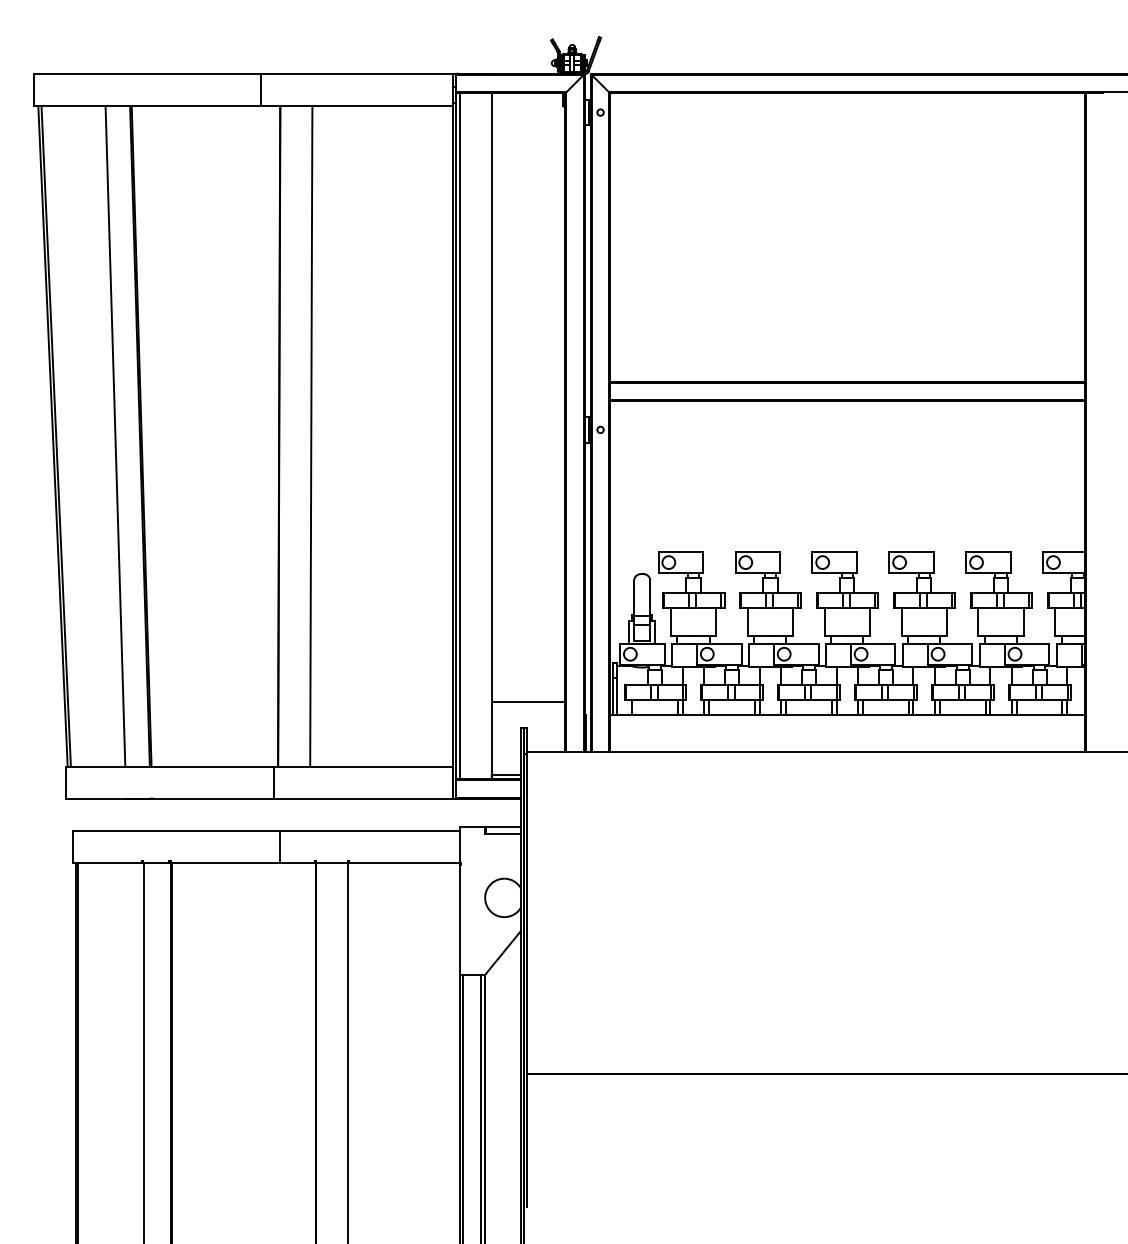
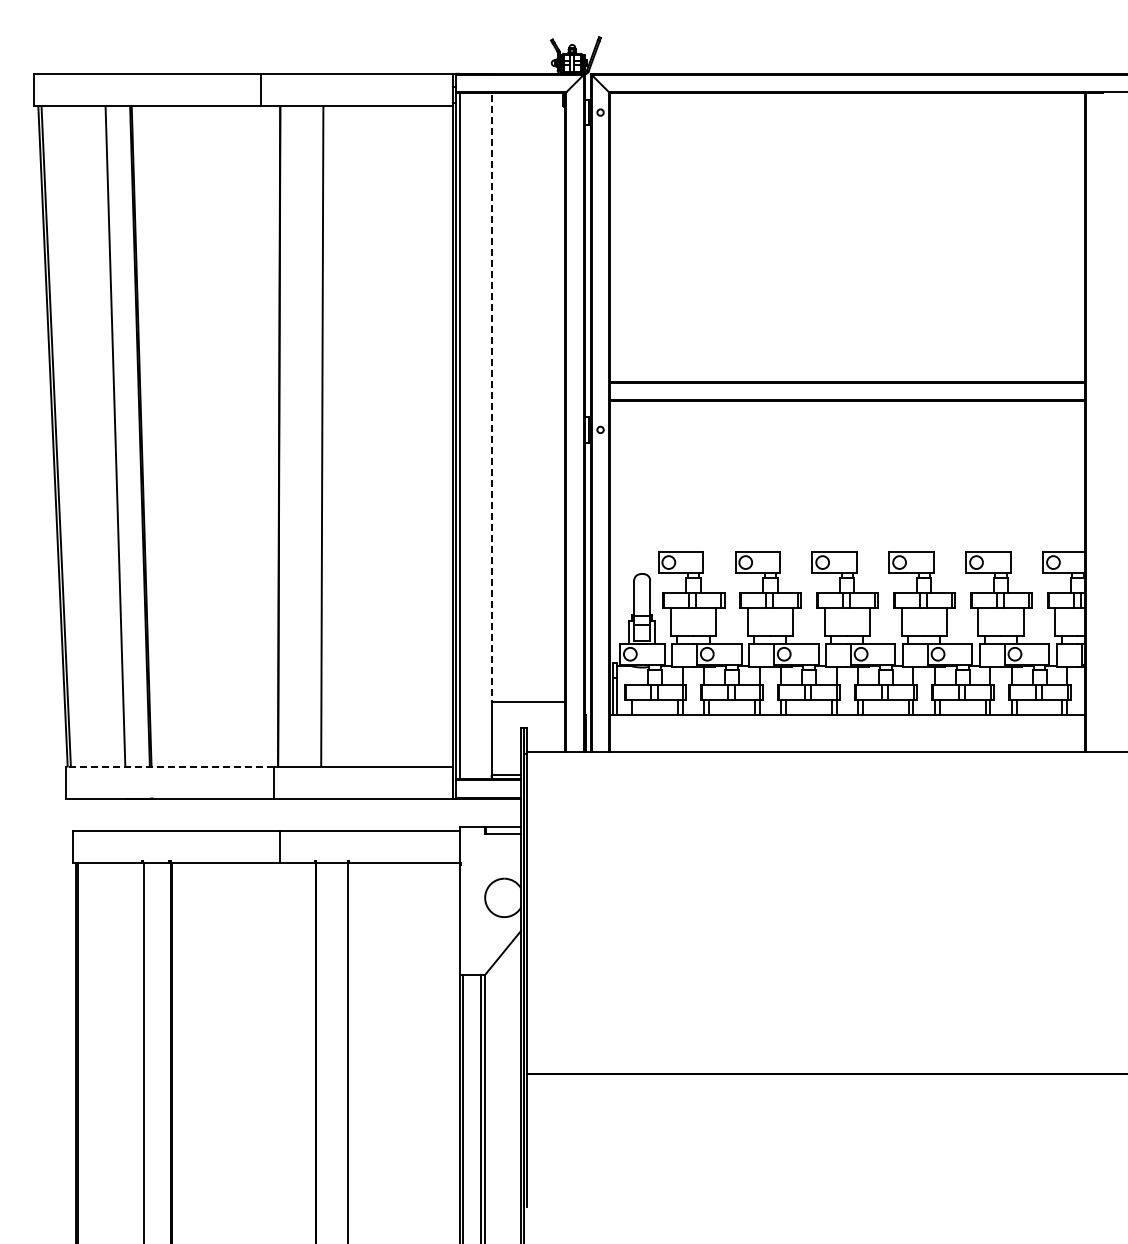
line at (491, 399): solid -> dashed
line at (311, 436) position: (311, 436) -> (322, 436)
line at (169, 766): solid -> dashed
